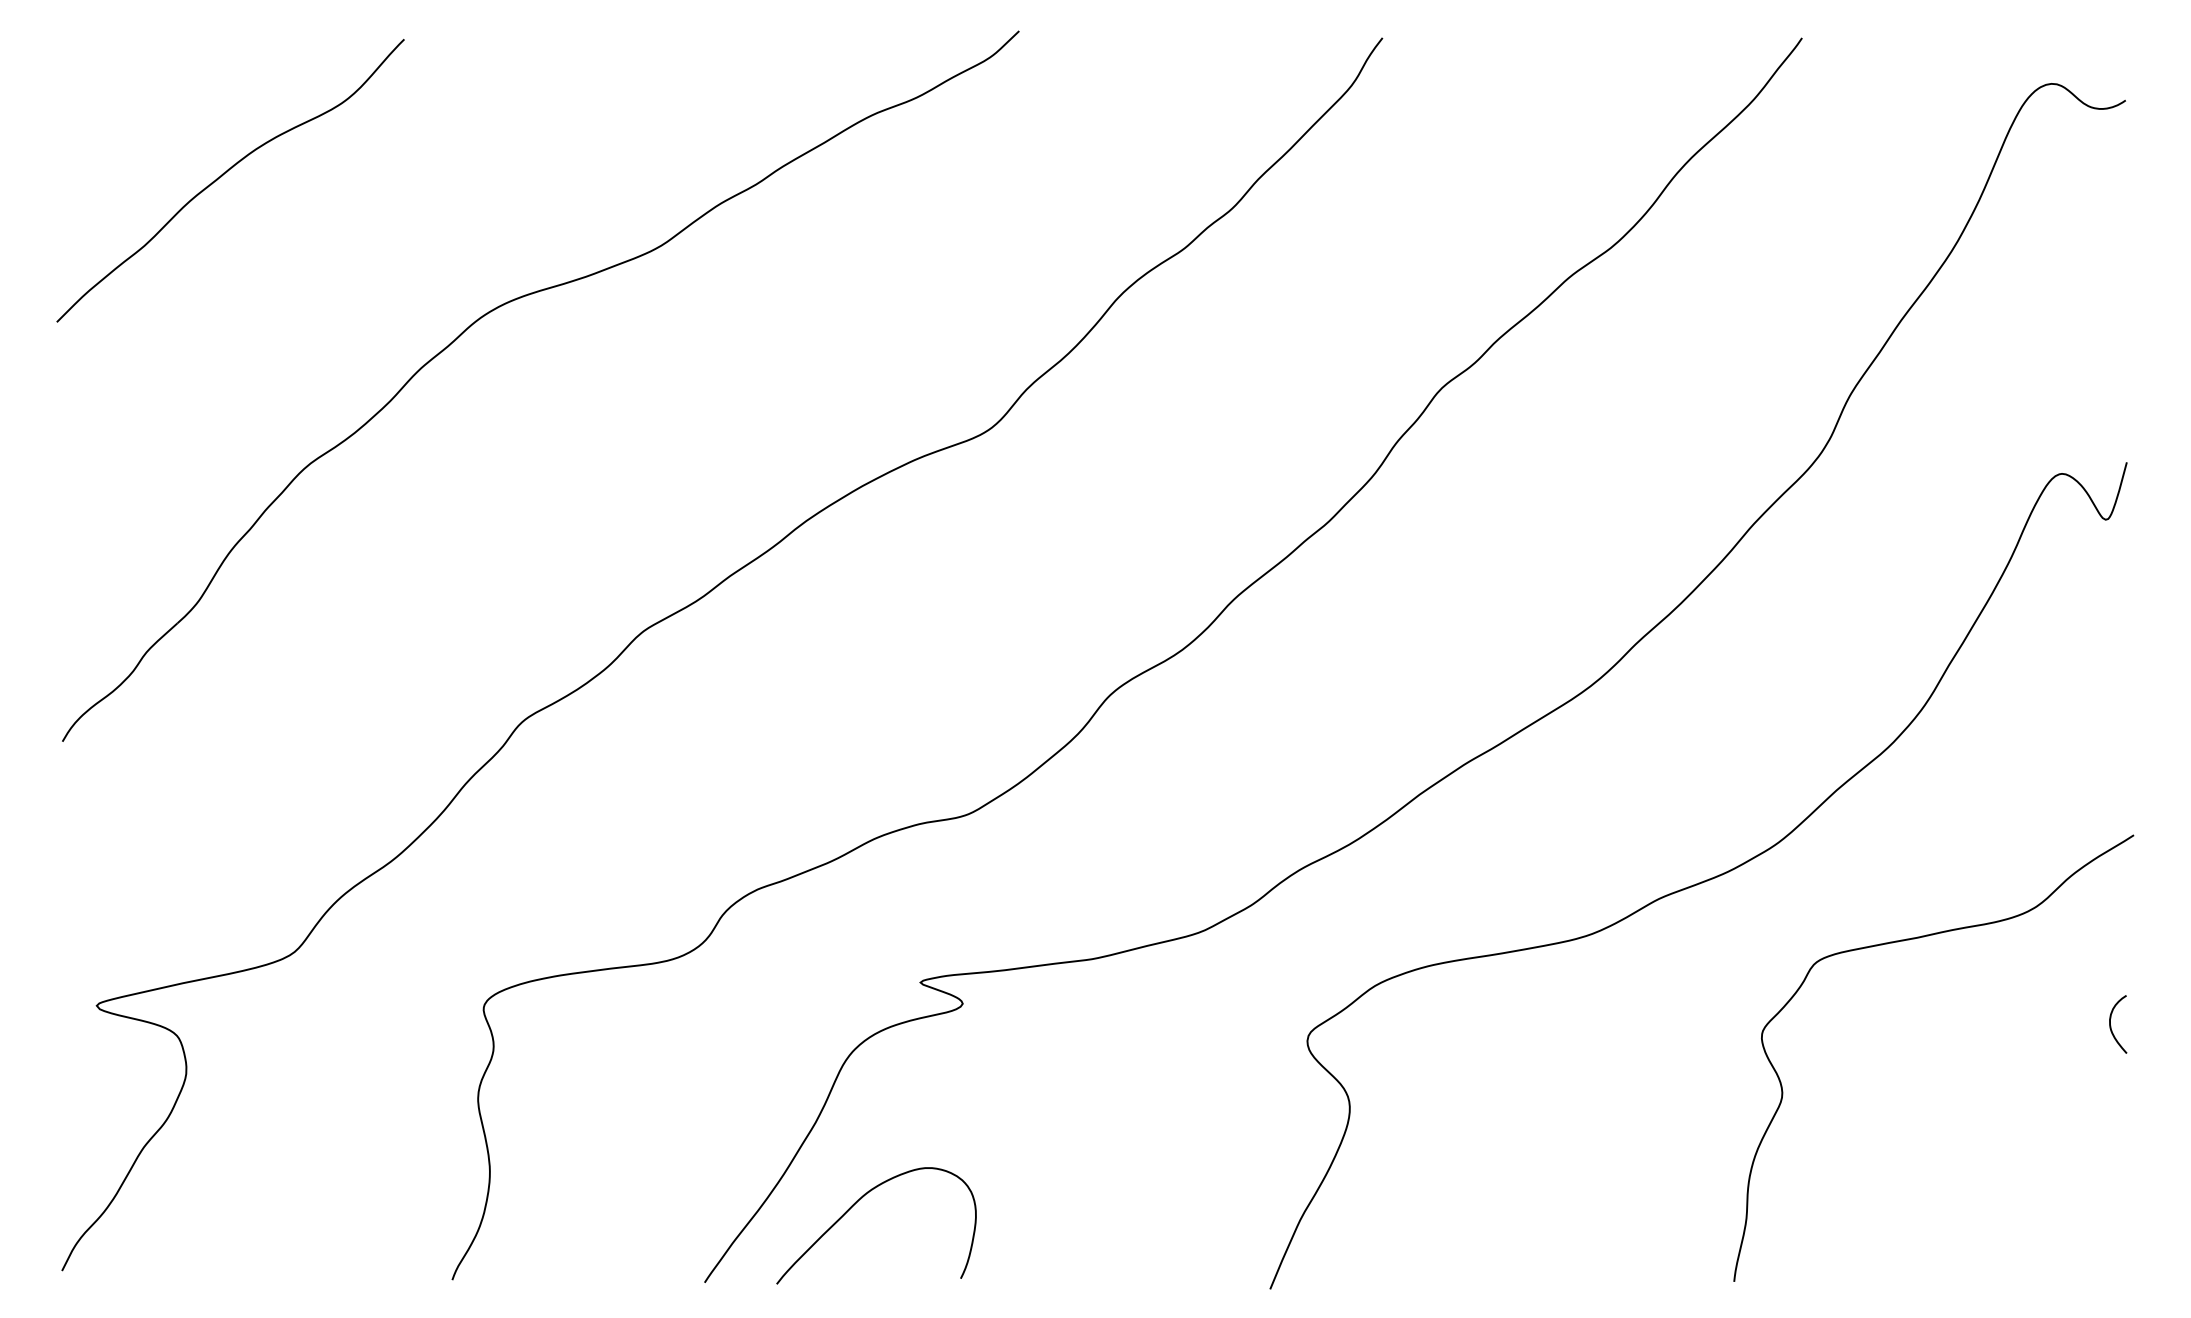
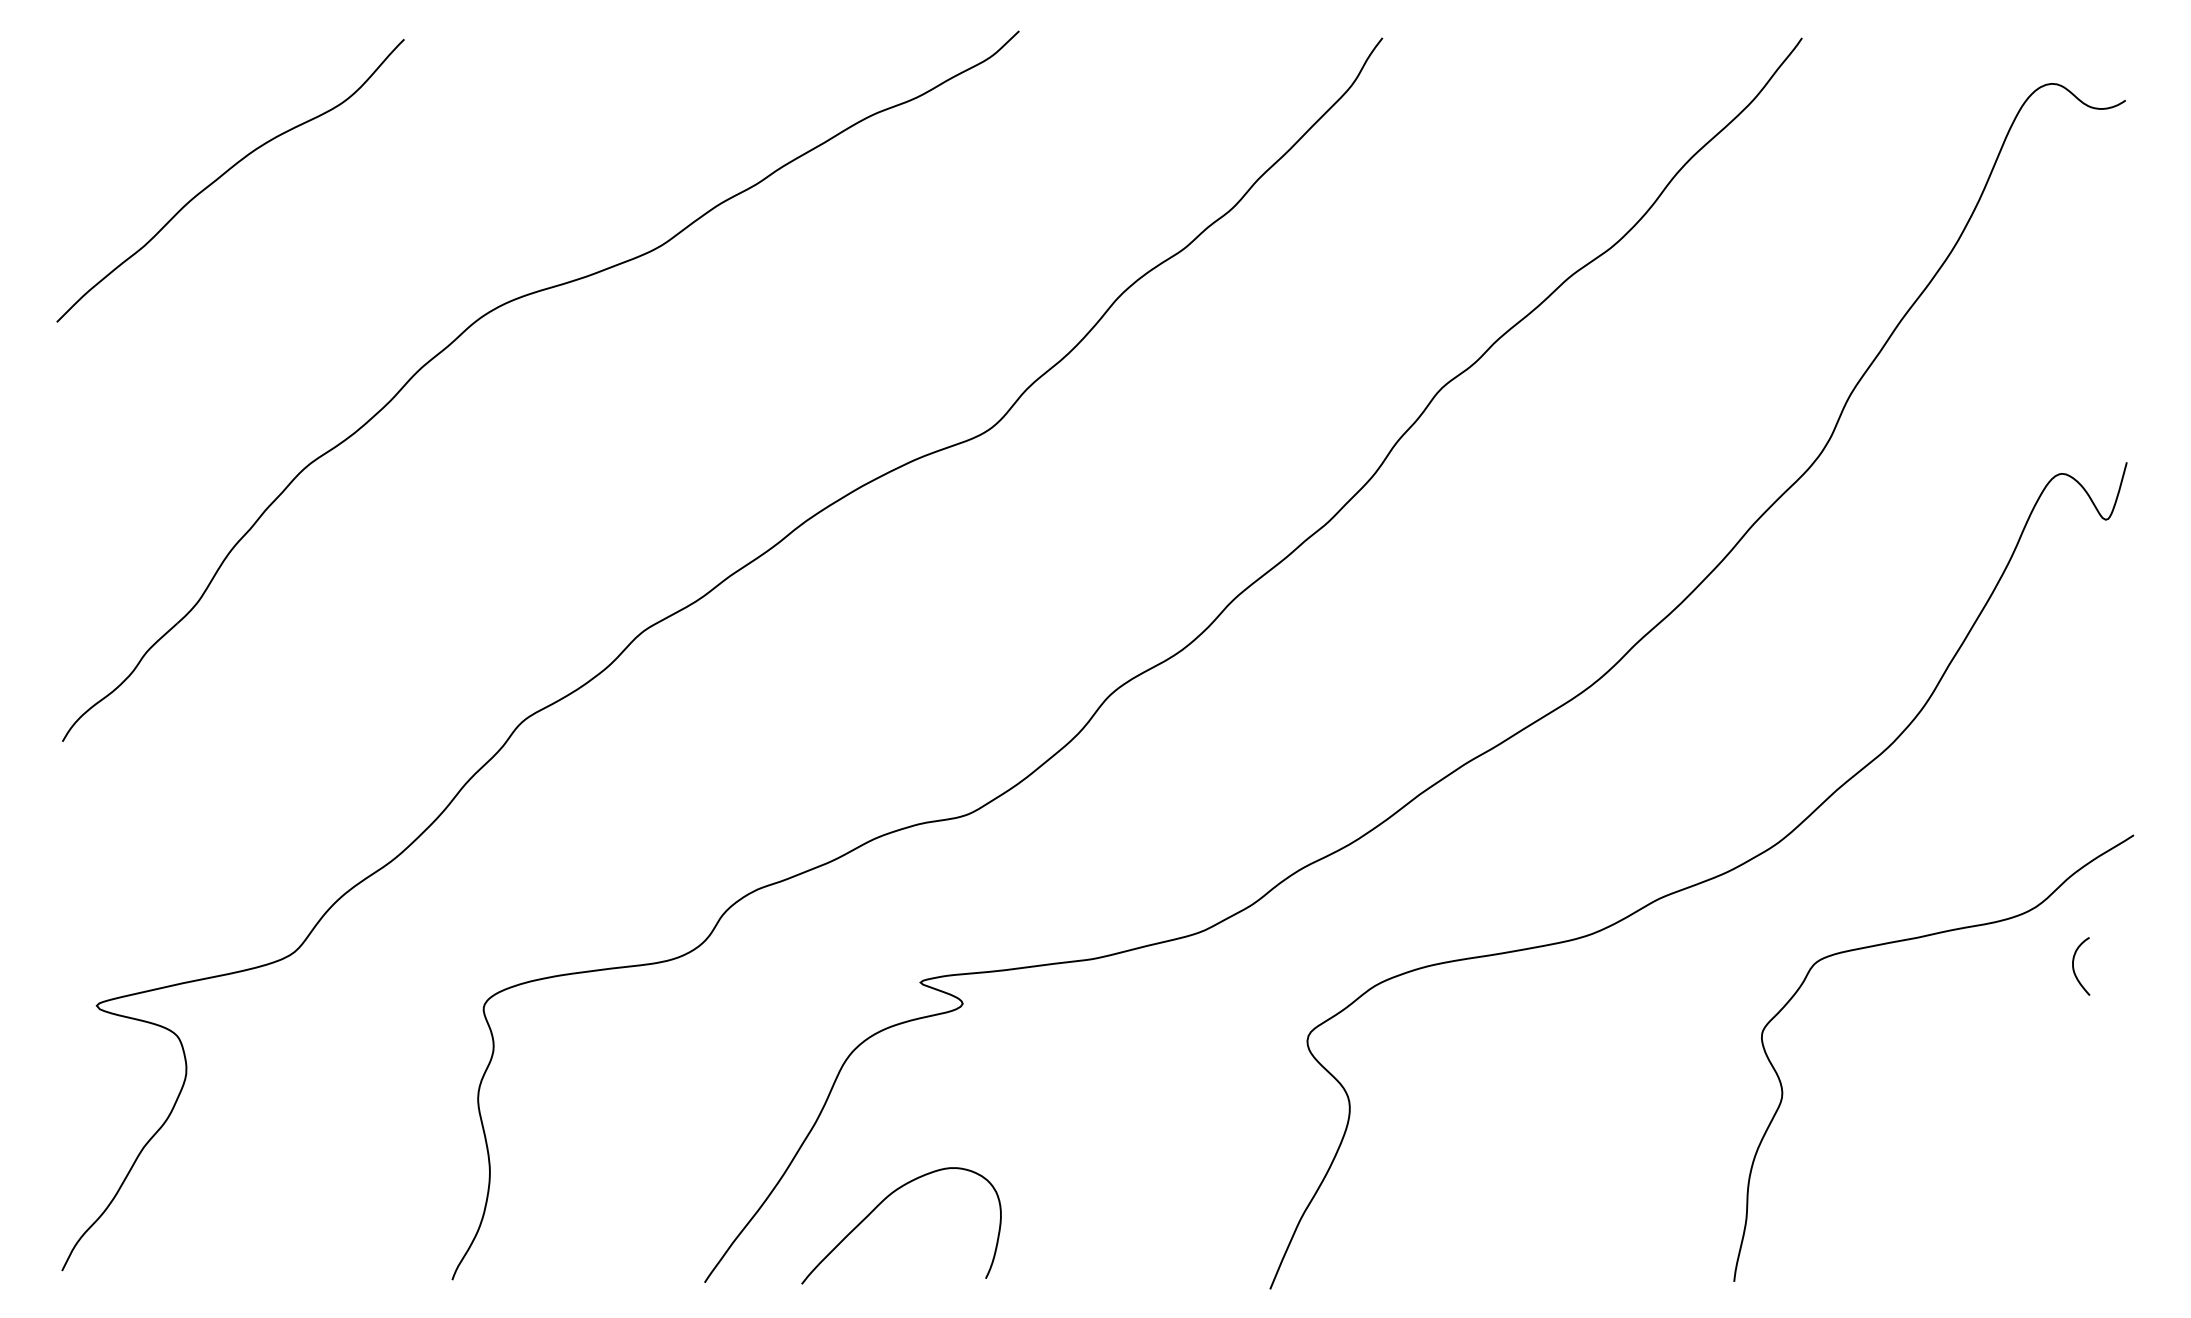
curve at (2111, 1025) position: (2111, 1025) -> (2074, 967)
curve at (855, 1204) position: (855, 1204) -> (880, 1204)
